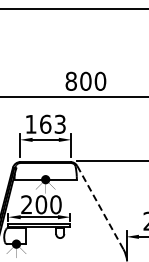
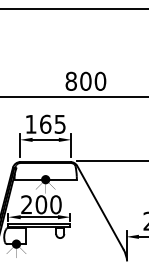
text at (60, 123): 163 -> 165
line at (100, 207): dashed -> solid
